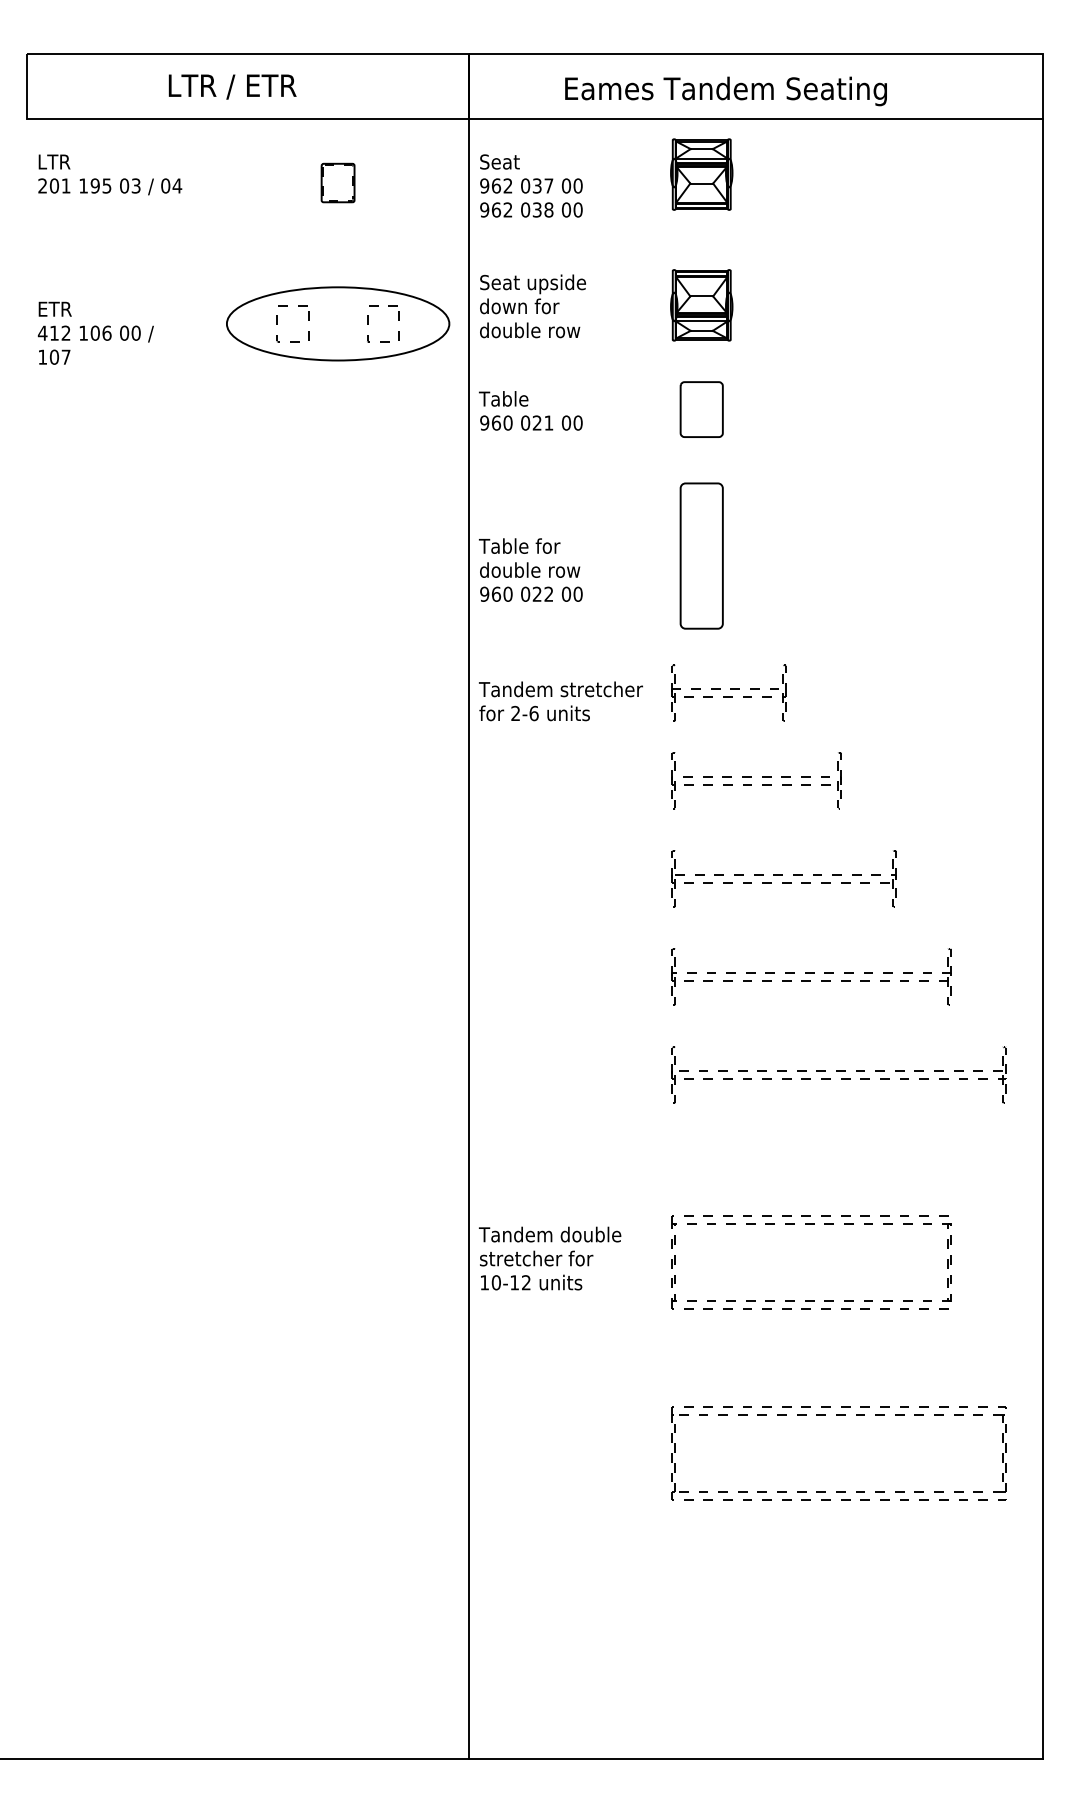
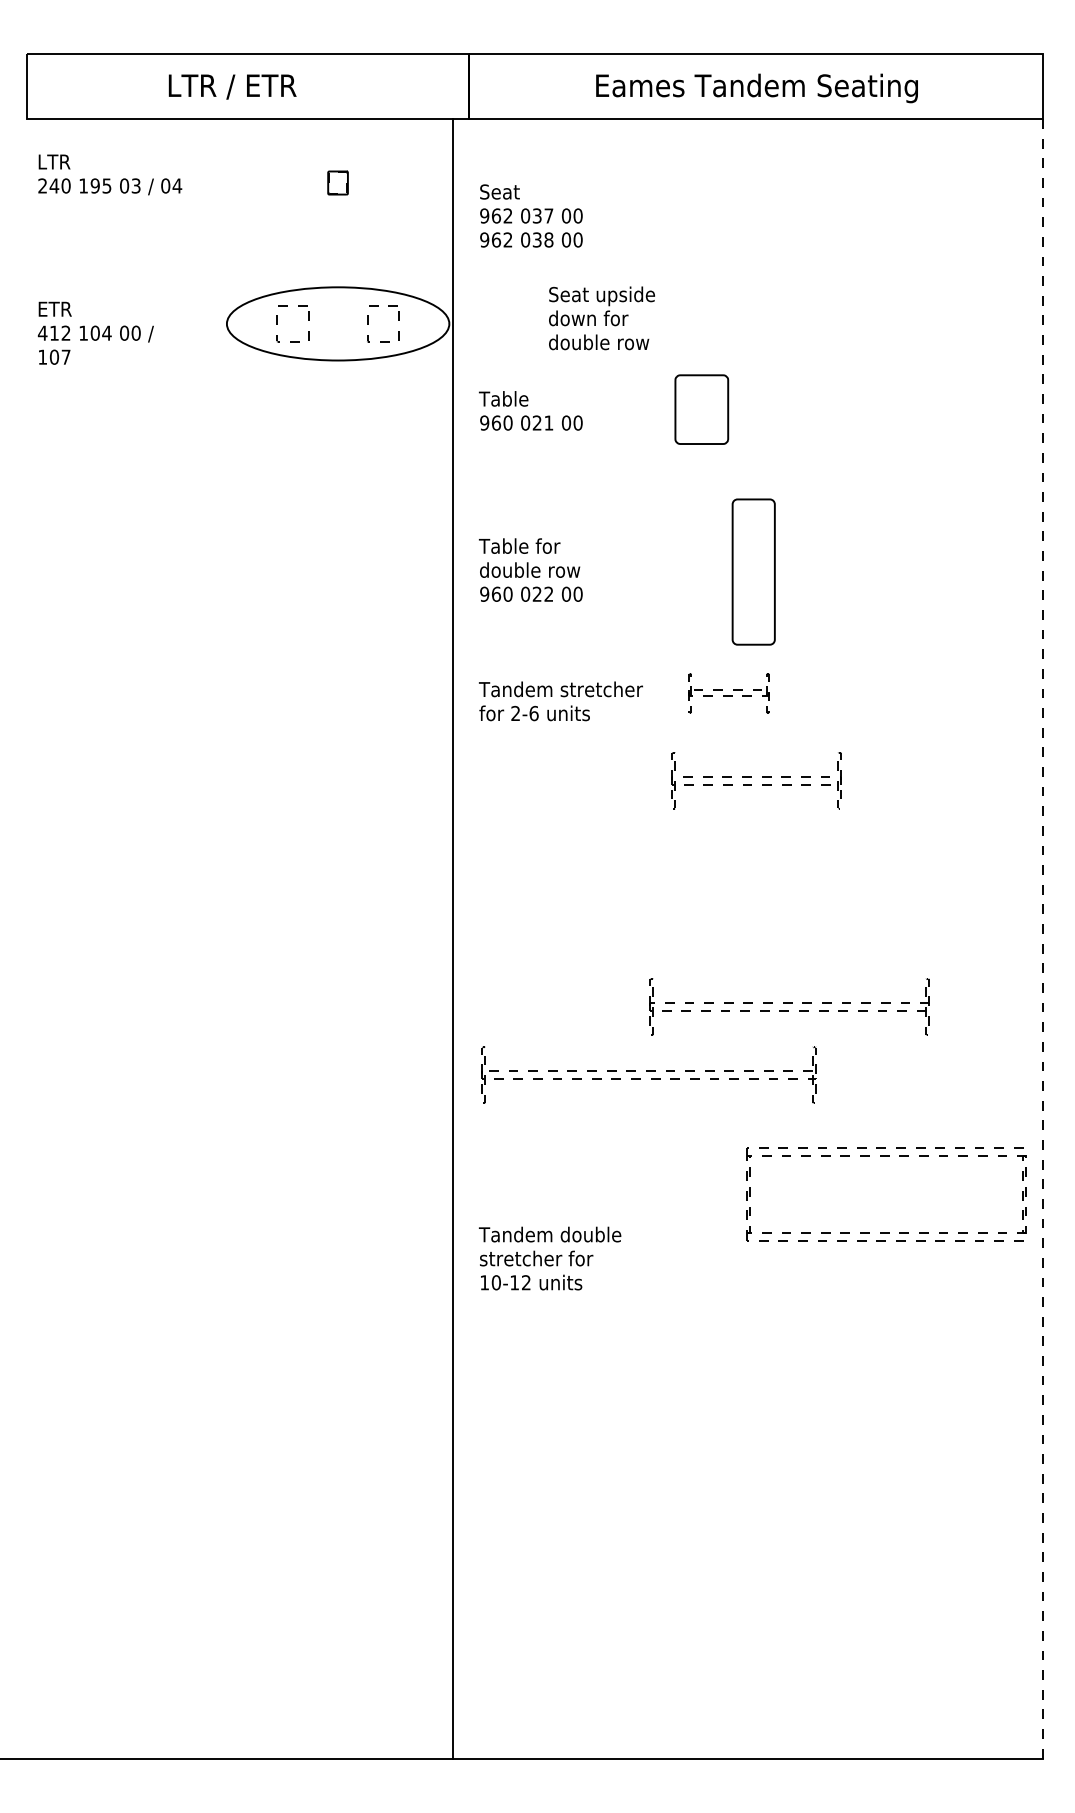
text at (725, 91) position: (725, 91) -> (756, 88)
part at (701, 174): present -> none
part at (337, 182) size: 36x42 px -> 22x26 px
text at (59, 185): 201 -> 240
text at (531, 185) position: (531, 185) -> (531, 215)
part at (701, 305): present -> none
text at (532, 306) position: (532, 306) -> (601, 318)
text at (106, 332): 106 -> 104
part at (701, 409) size: 45x57 px -> 56x71 px
part at (701, 555) position: (701, 555) -> (753, 571)
part at (728, 692) size: 116x58 px -> 82x41 px
part at (783, 878): present -> none
line at (469, 938) position: (469, 938) -> (453, 938)
line at (1042, 938): solid -> dashed
part at (811, 976) position: (811, 976) -> (789, 1006)
part at (838, 1074) position: (838, 1074) -> (648, 1074)
part at (811, 1224) position: (811, 1224) -> (886, 1156)
part at (838, 1415): present -> none
